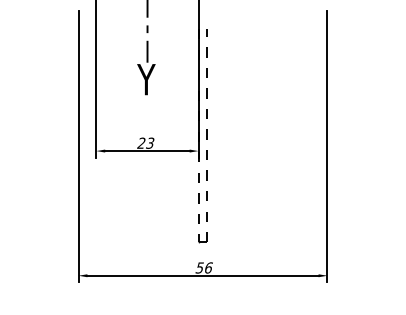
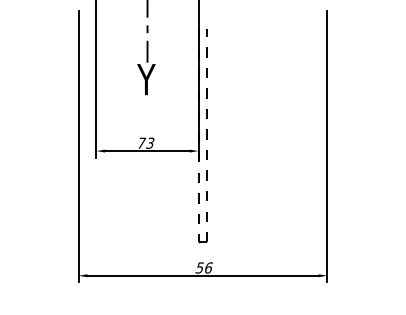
text at (141, 142): 23 -> 73
